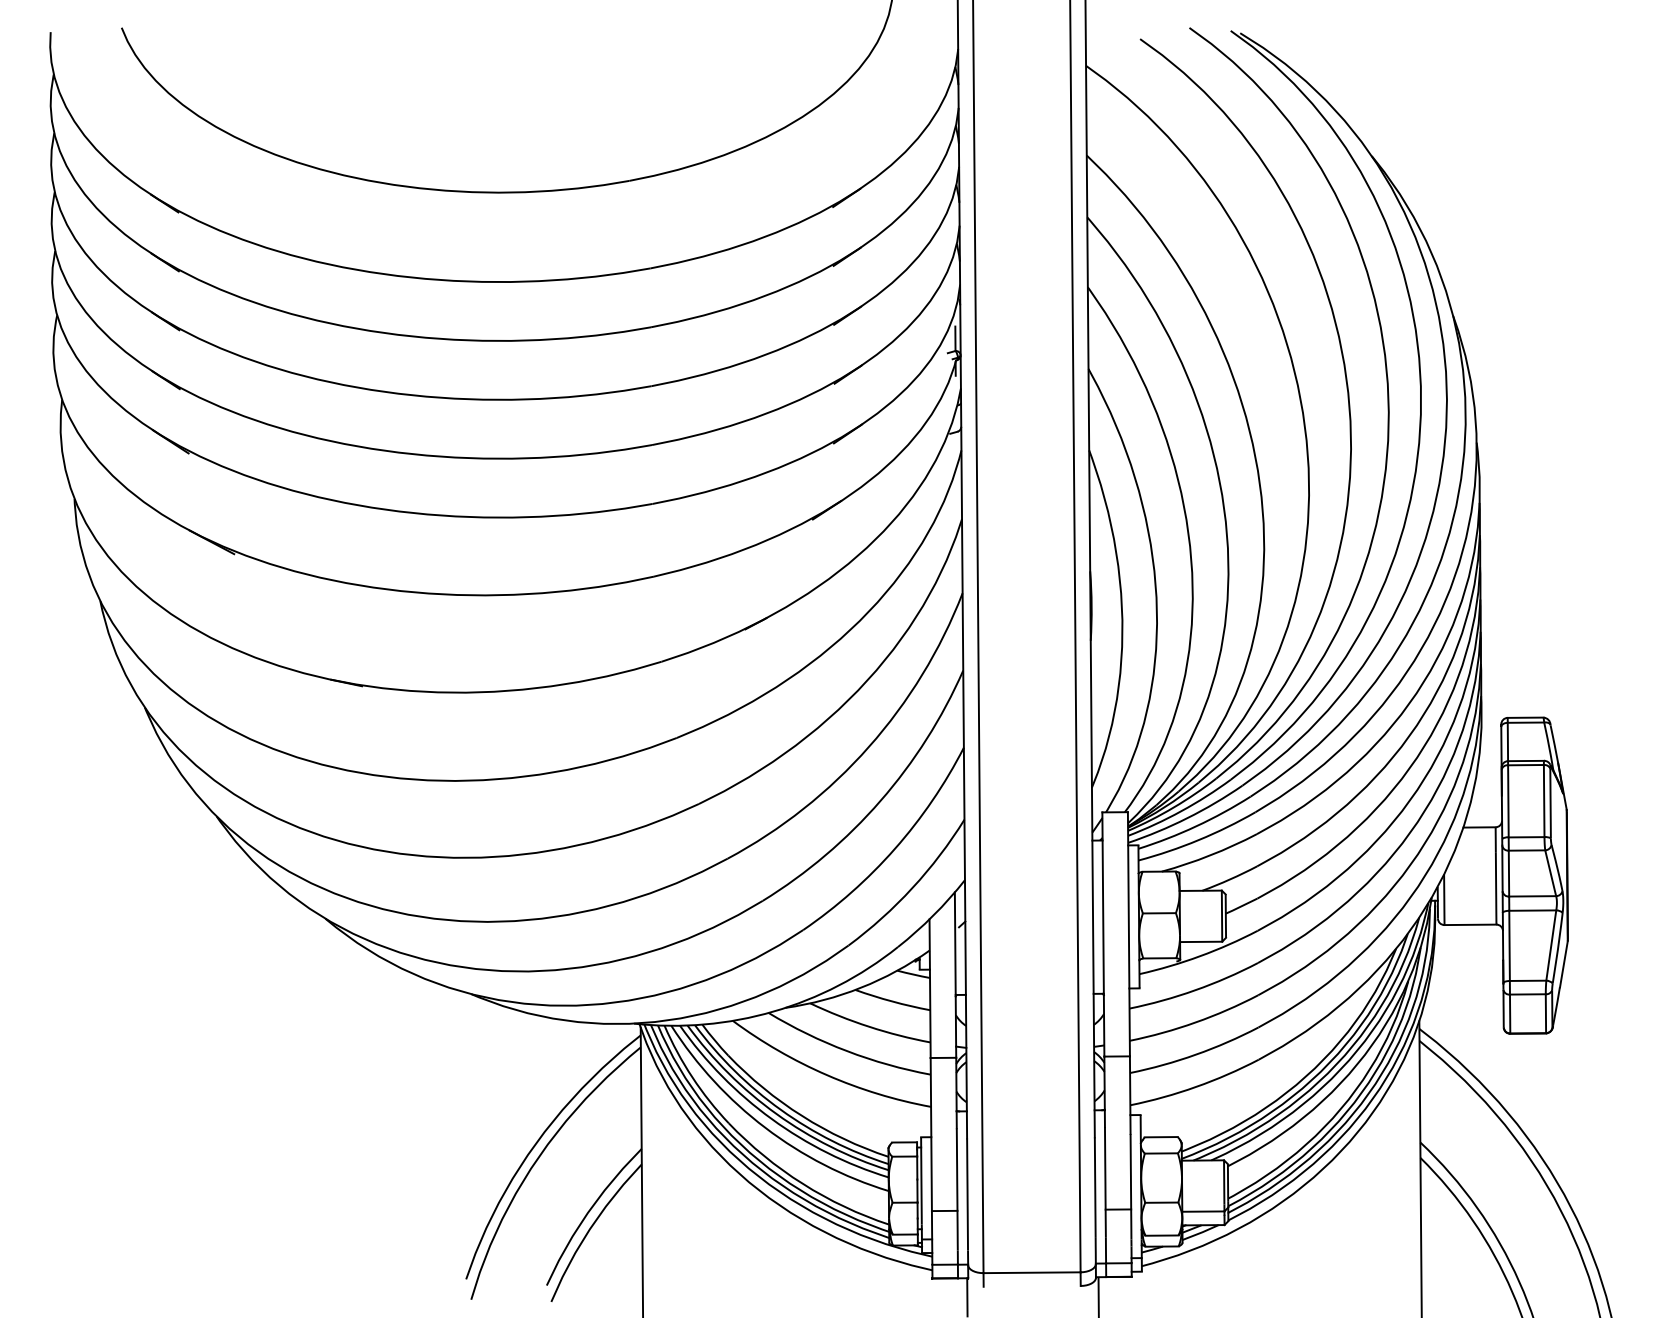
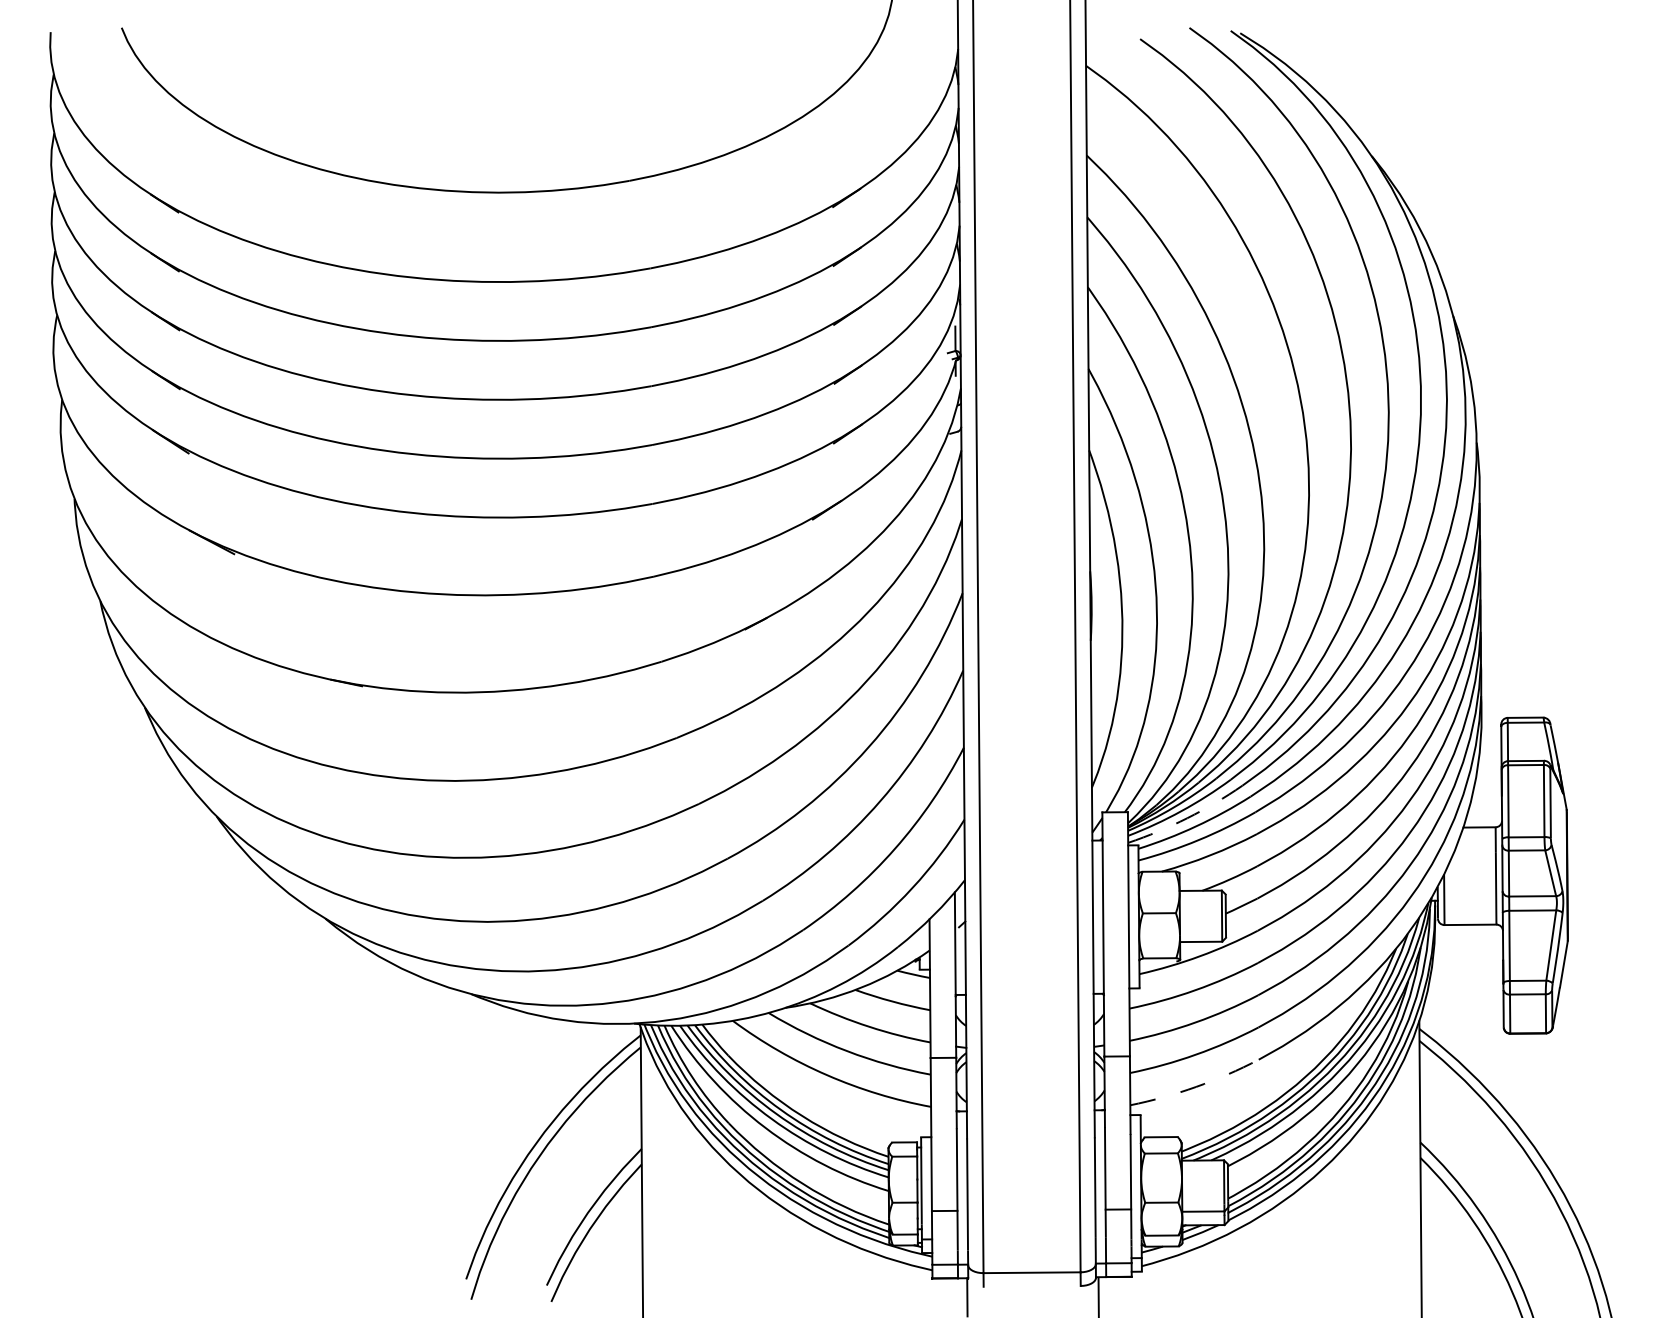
arc at (1187, 818): solid -> dashed
arc at (1196, 1086): solid -> dashed
